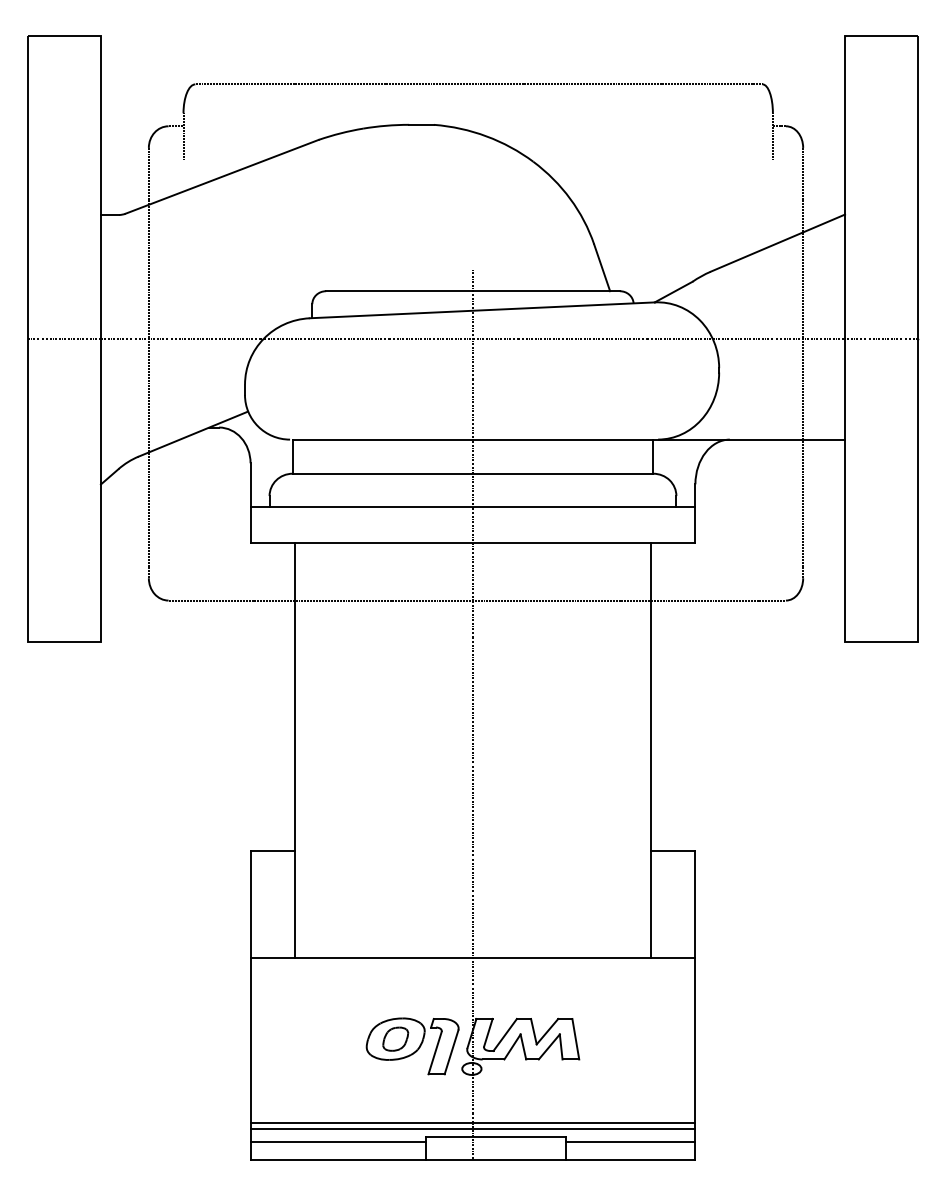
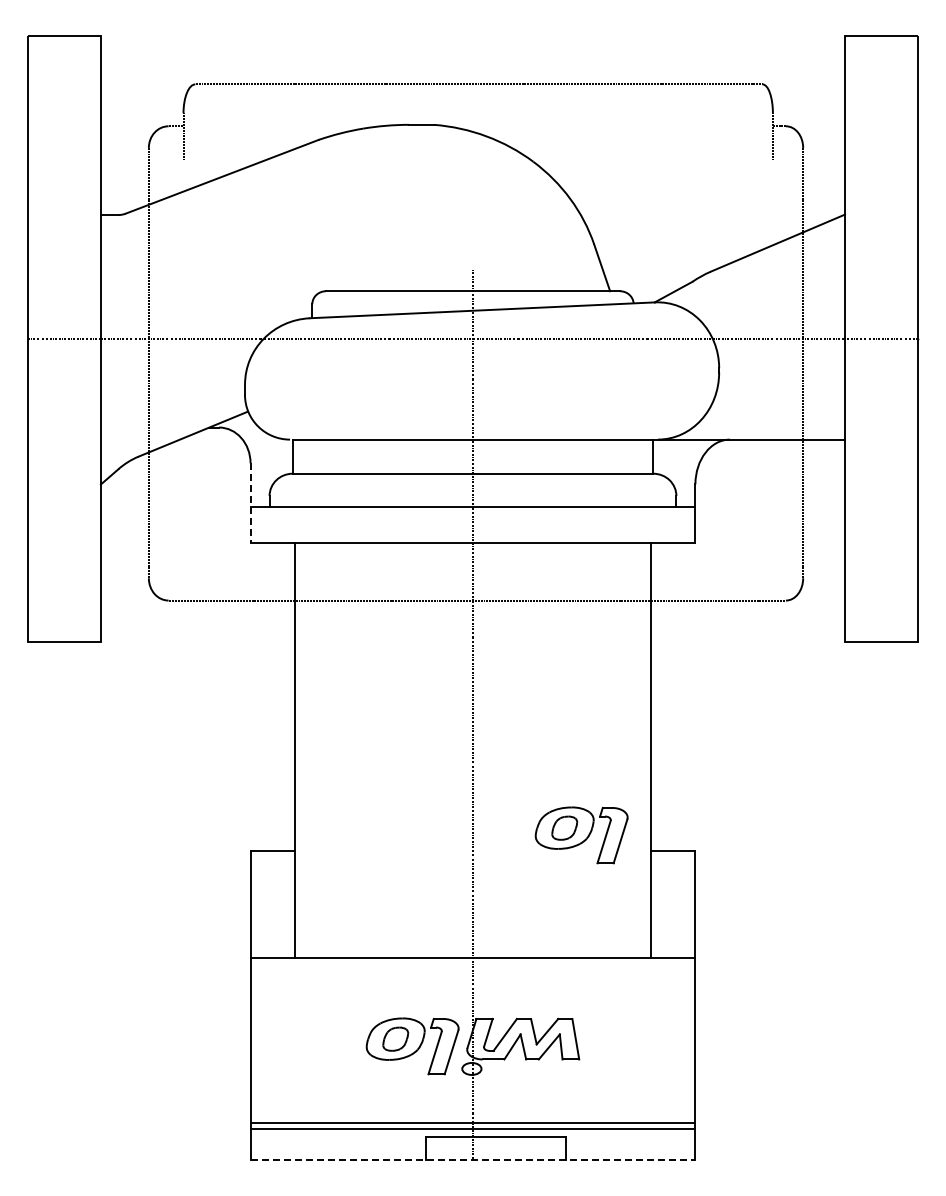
line at (250, 503): solid -> dashed
part at (581, 835): none -> present
line at (337, 1142): present -> none
line at (630, 1142): present -> none
line at (473, 1160): solid -> dashed
